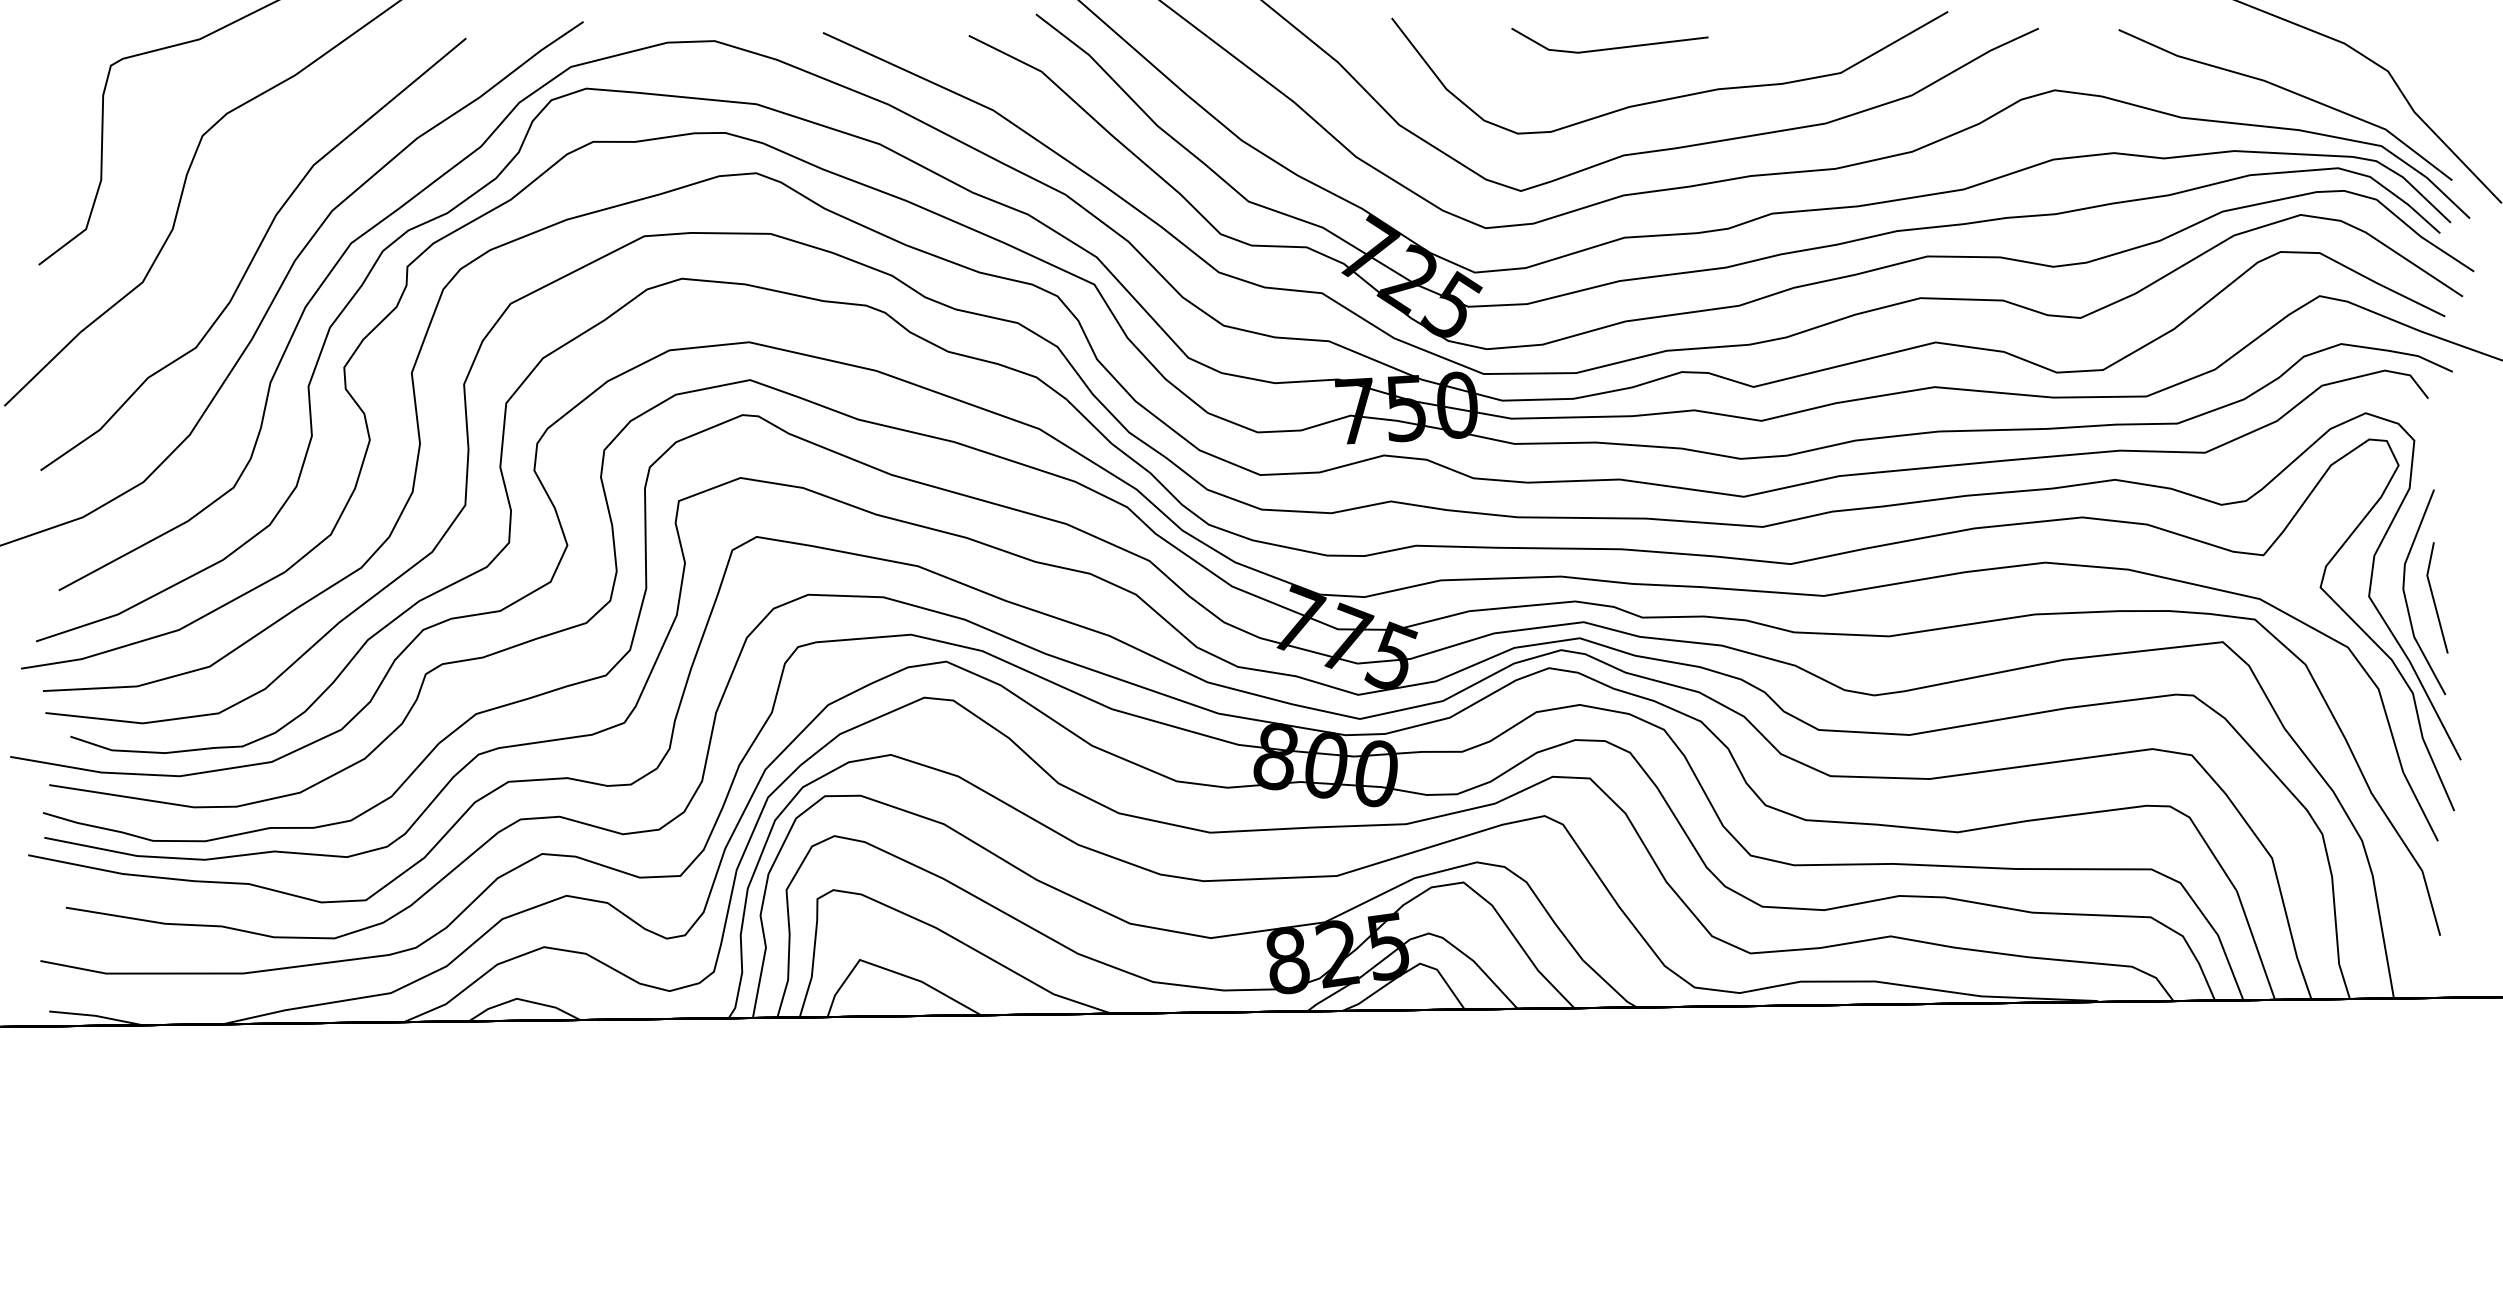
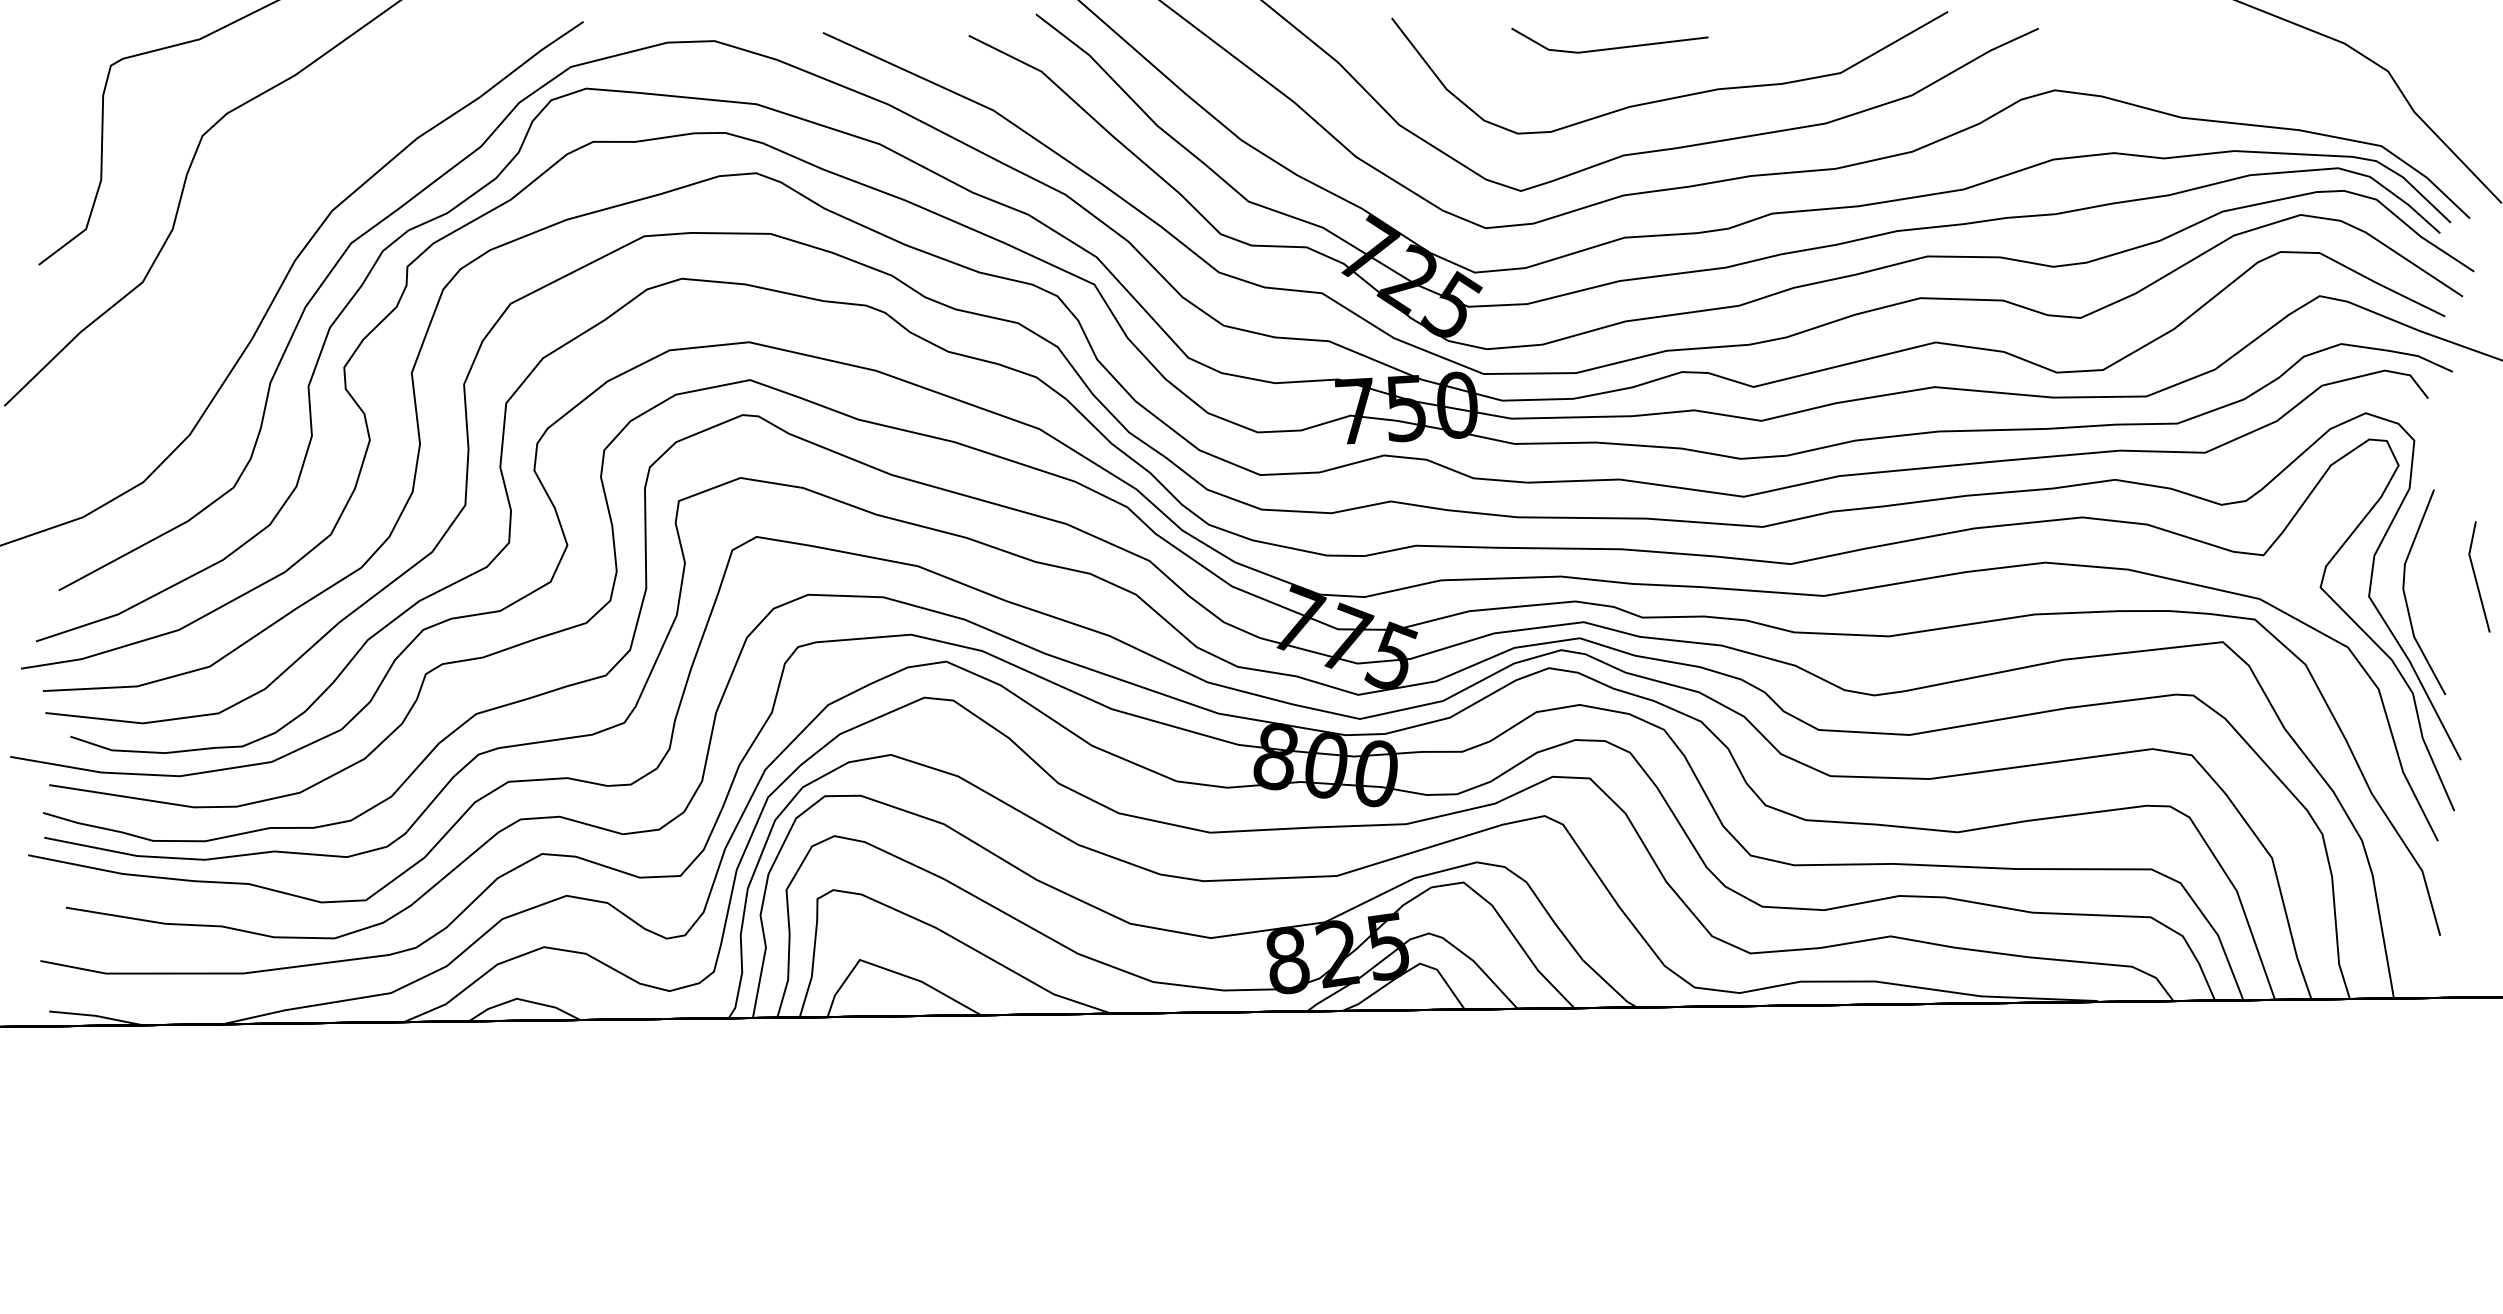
line at (2290, 92): present -> none
curve at (254, 253): present -> none
line at (2434, 598) position: (2434, 598) -> (2476, 577)
